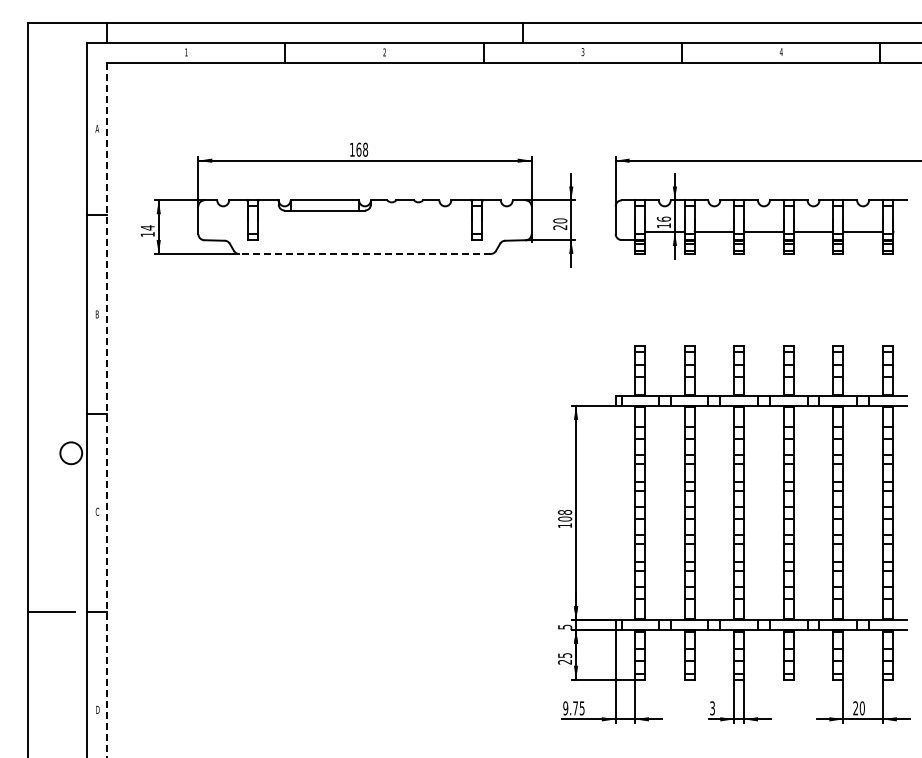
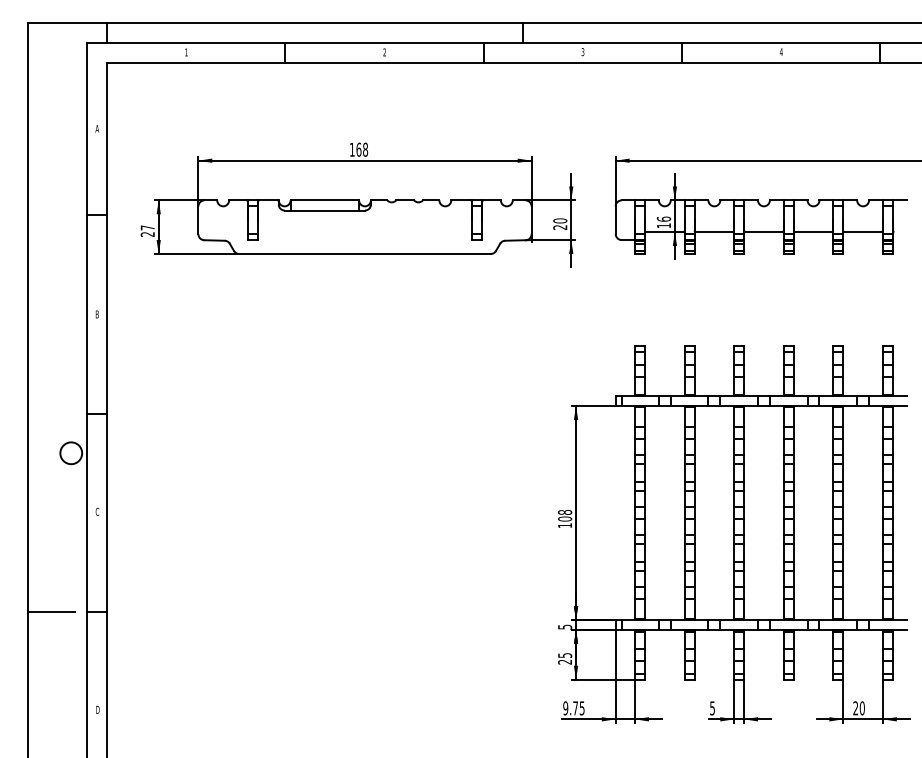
text at (147, 230): 14 -> 27
line at (365, 253): dashed -> solid
line at (106, 410): dashed -> solid
text at (712, 707): 3 -> 5
